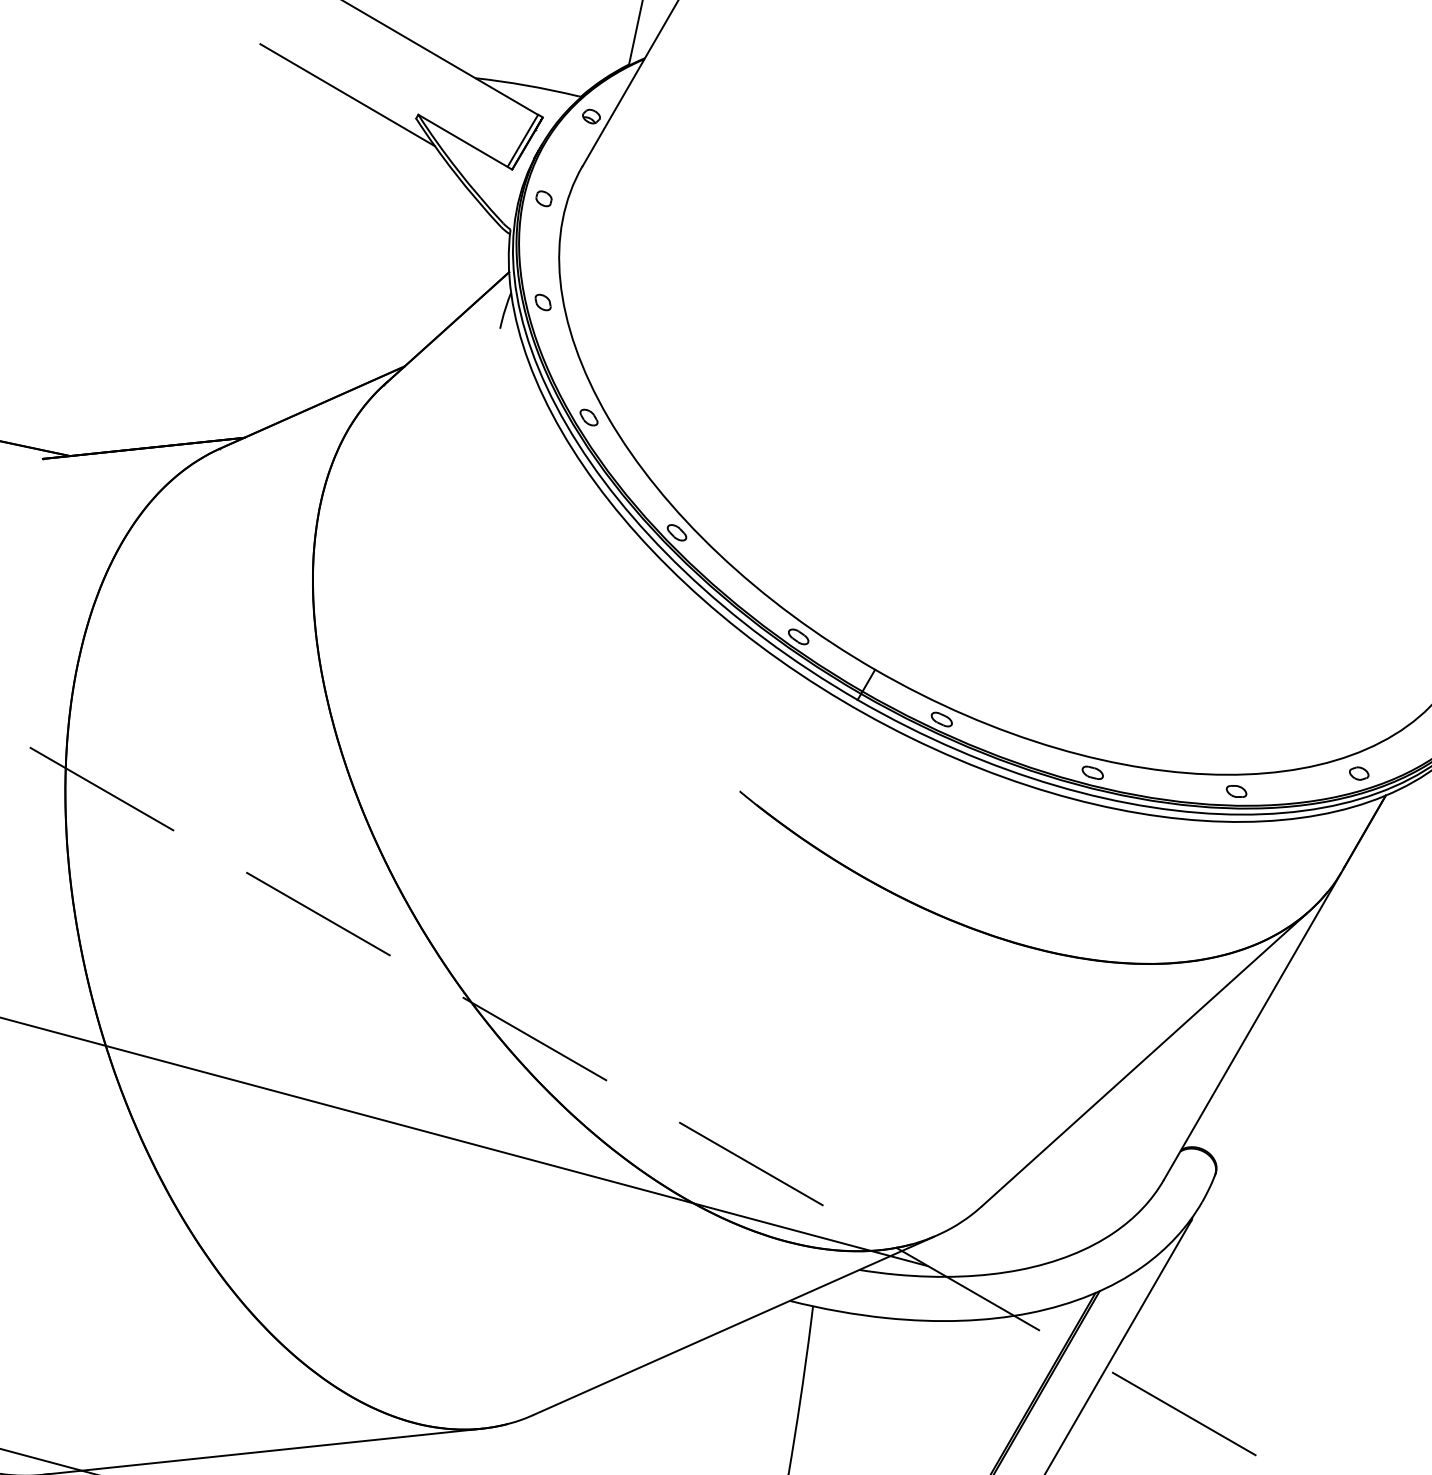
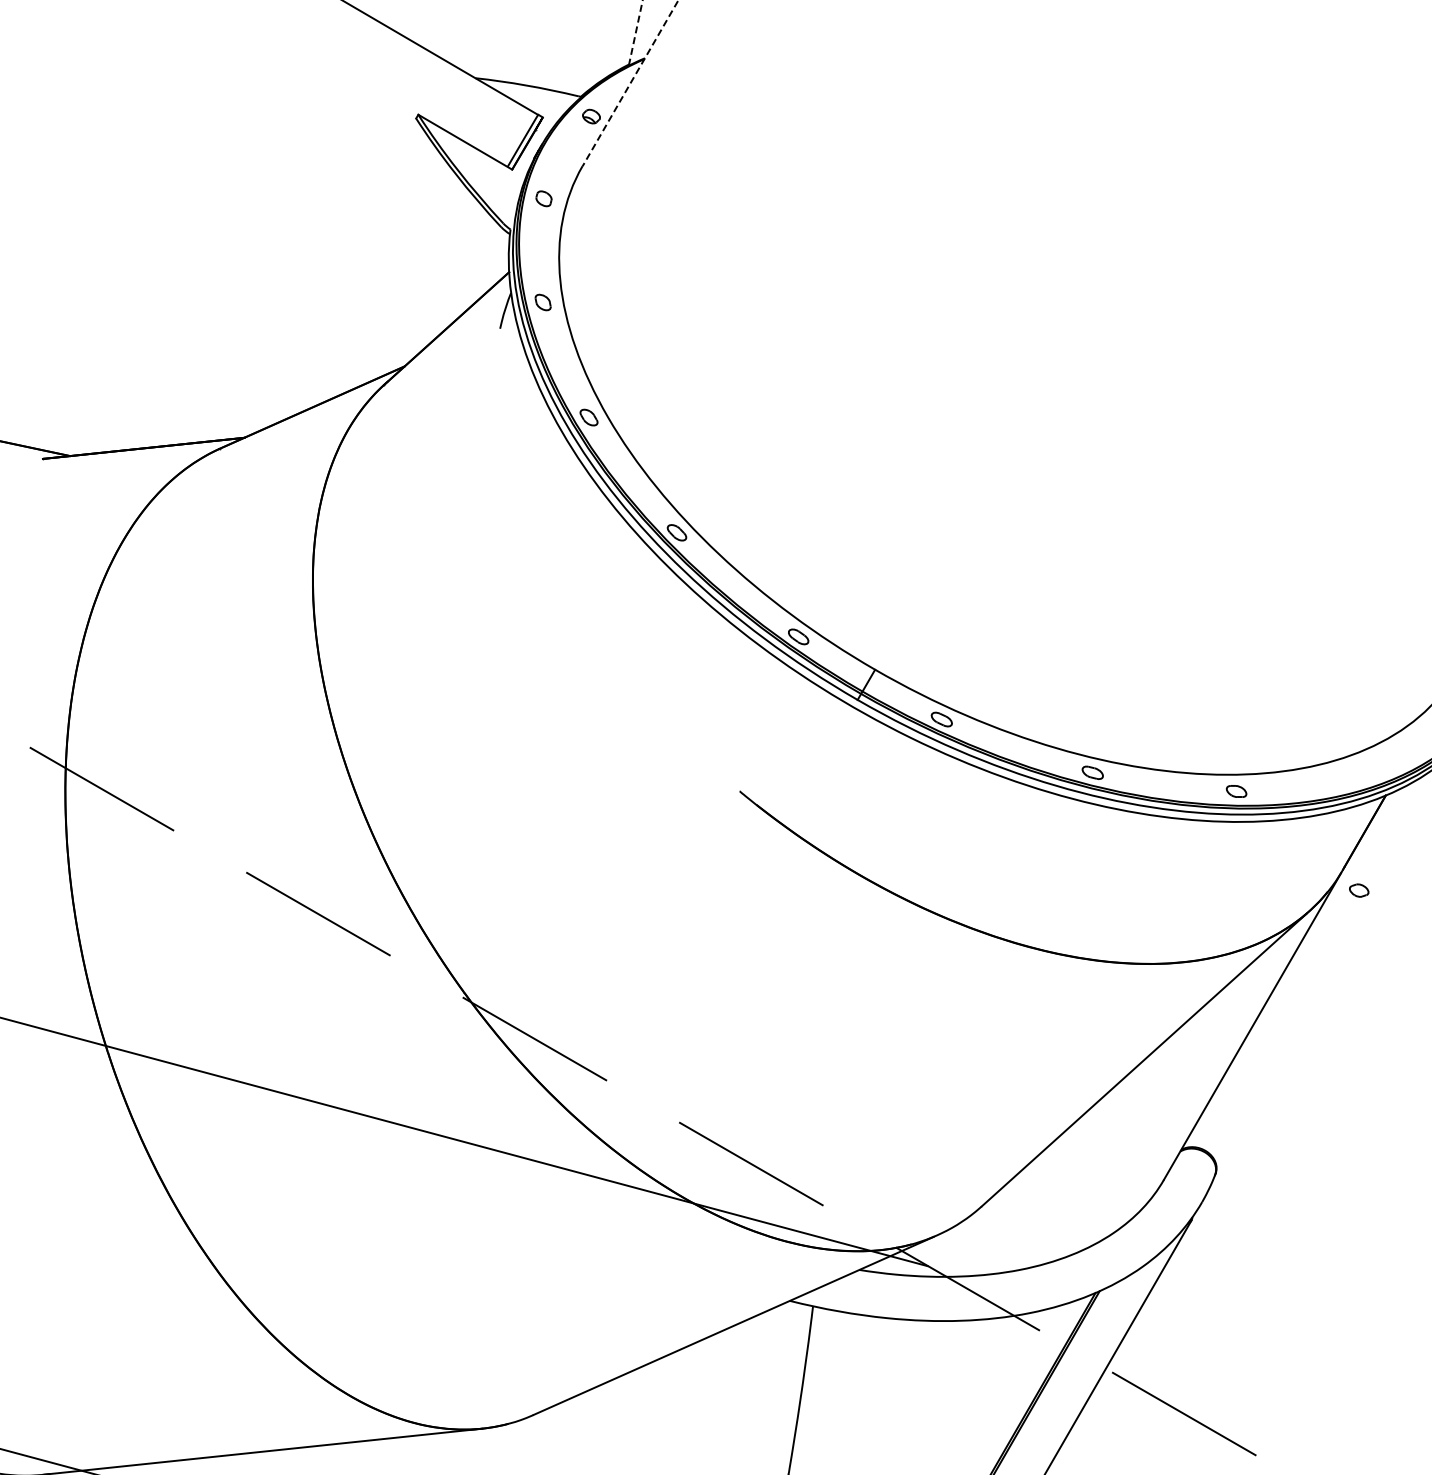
line at (635, 32): solid -> dashed
line at (630, 83): solid -> dashed
line at (347, 95): present -> none
part at (1359, 773) position: (1359, 773) -> (1359, 890)
